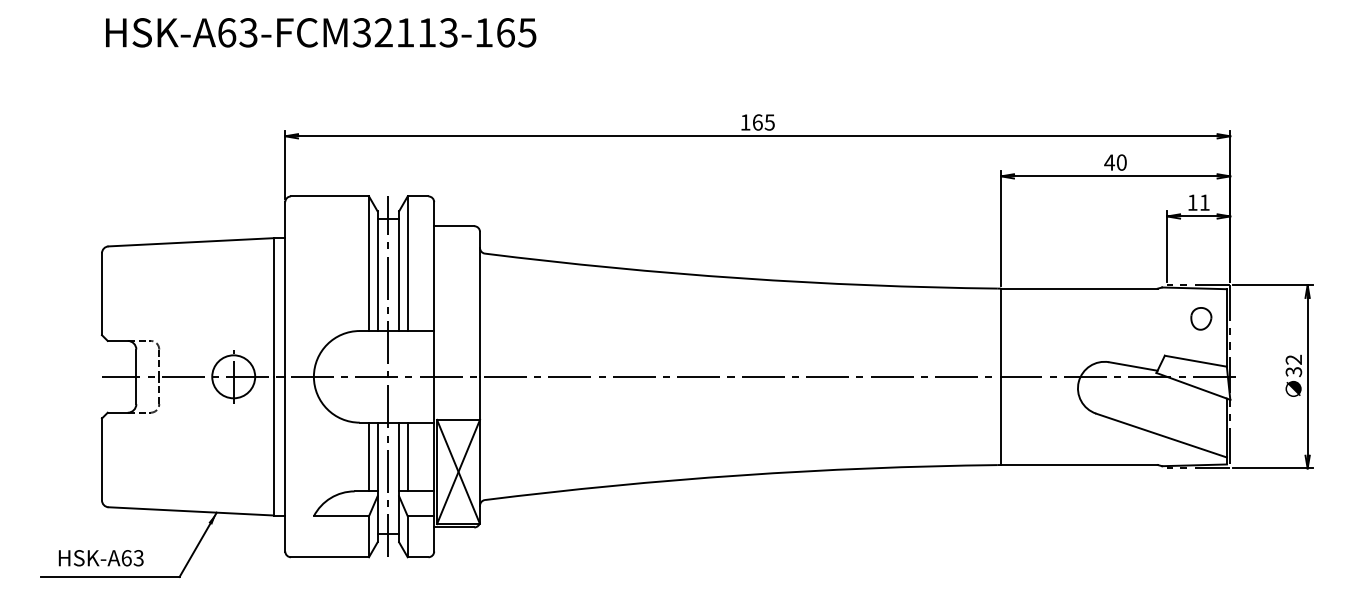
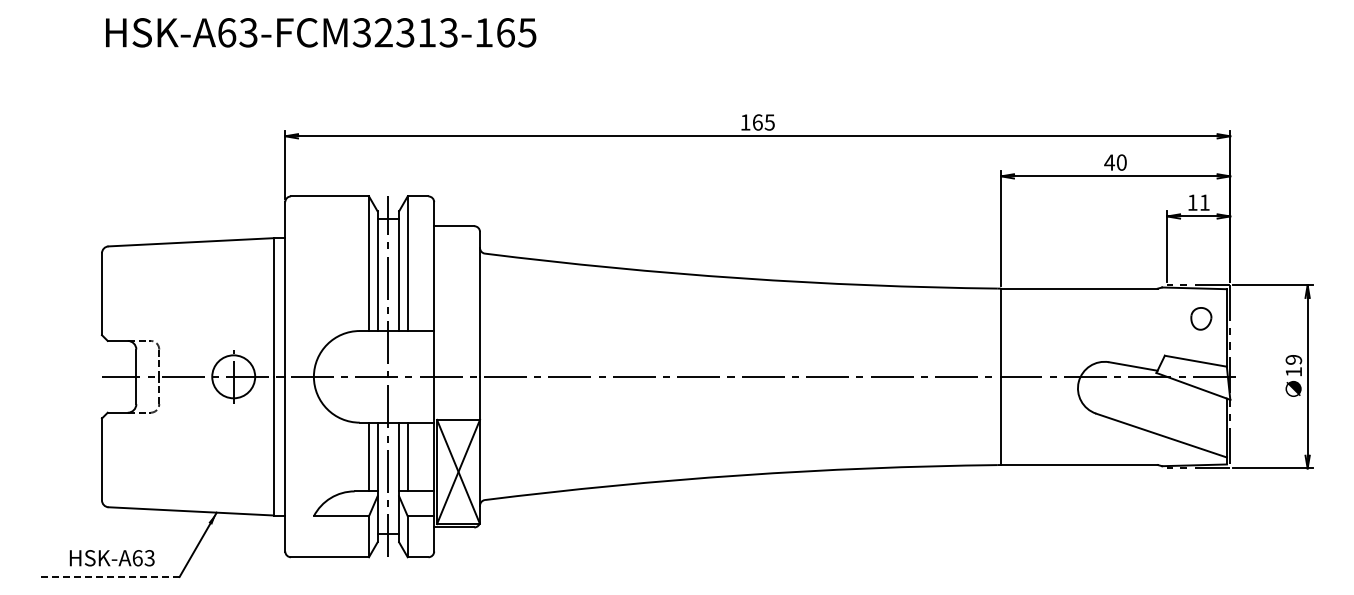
text at (405, 32): HSK-A63-FCM32113-165 -> HSK-A63-FCM32313-165
text at (1293, 365): 32 -> 19
text at (100, 558) position: (100, 558) -> (111, 558)
line at (109, 576): solid -> dashed
